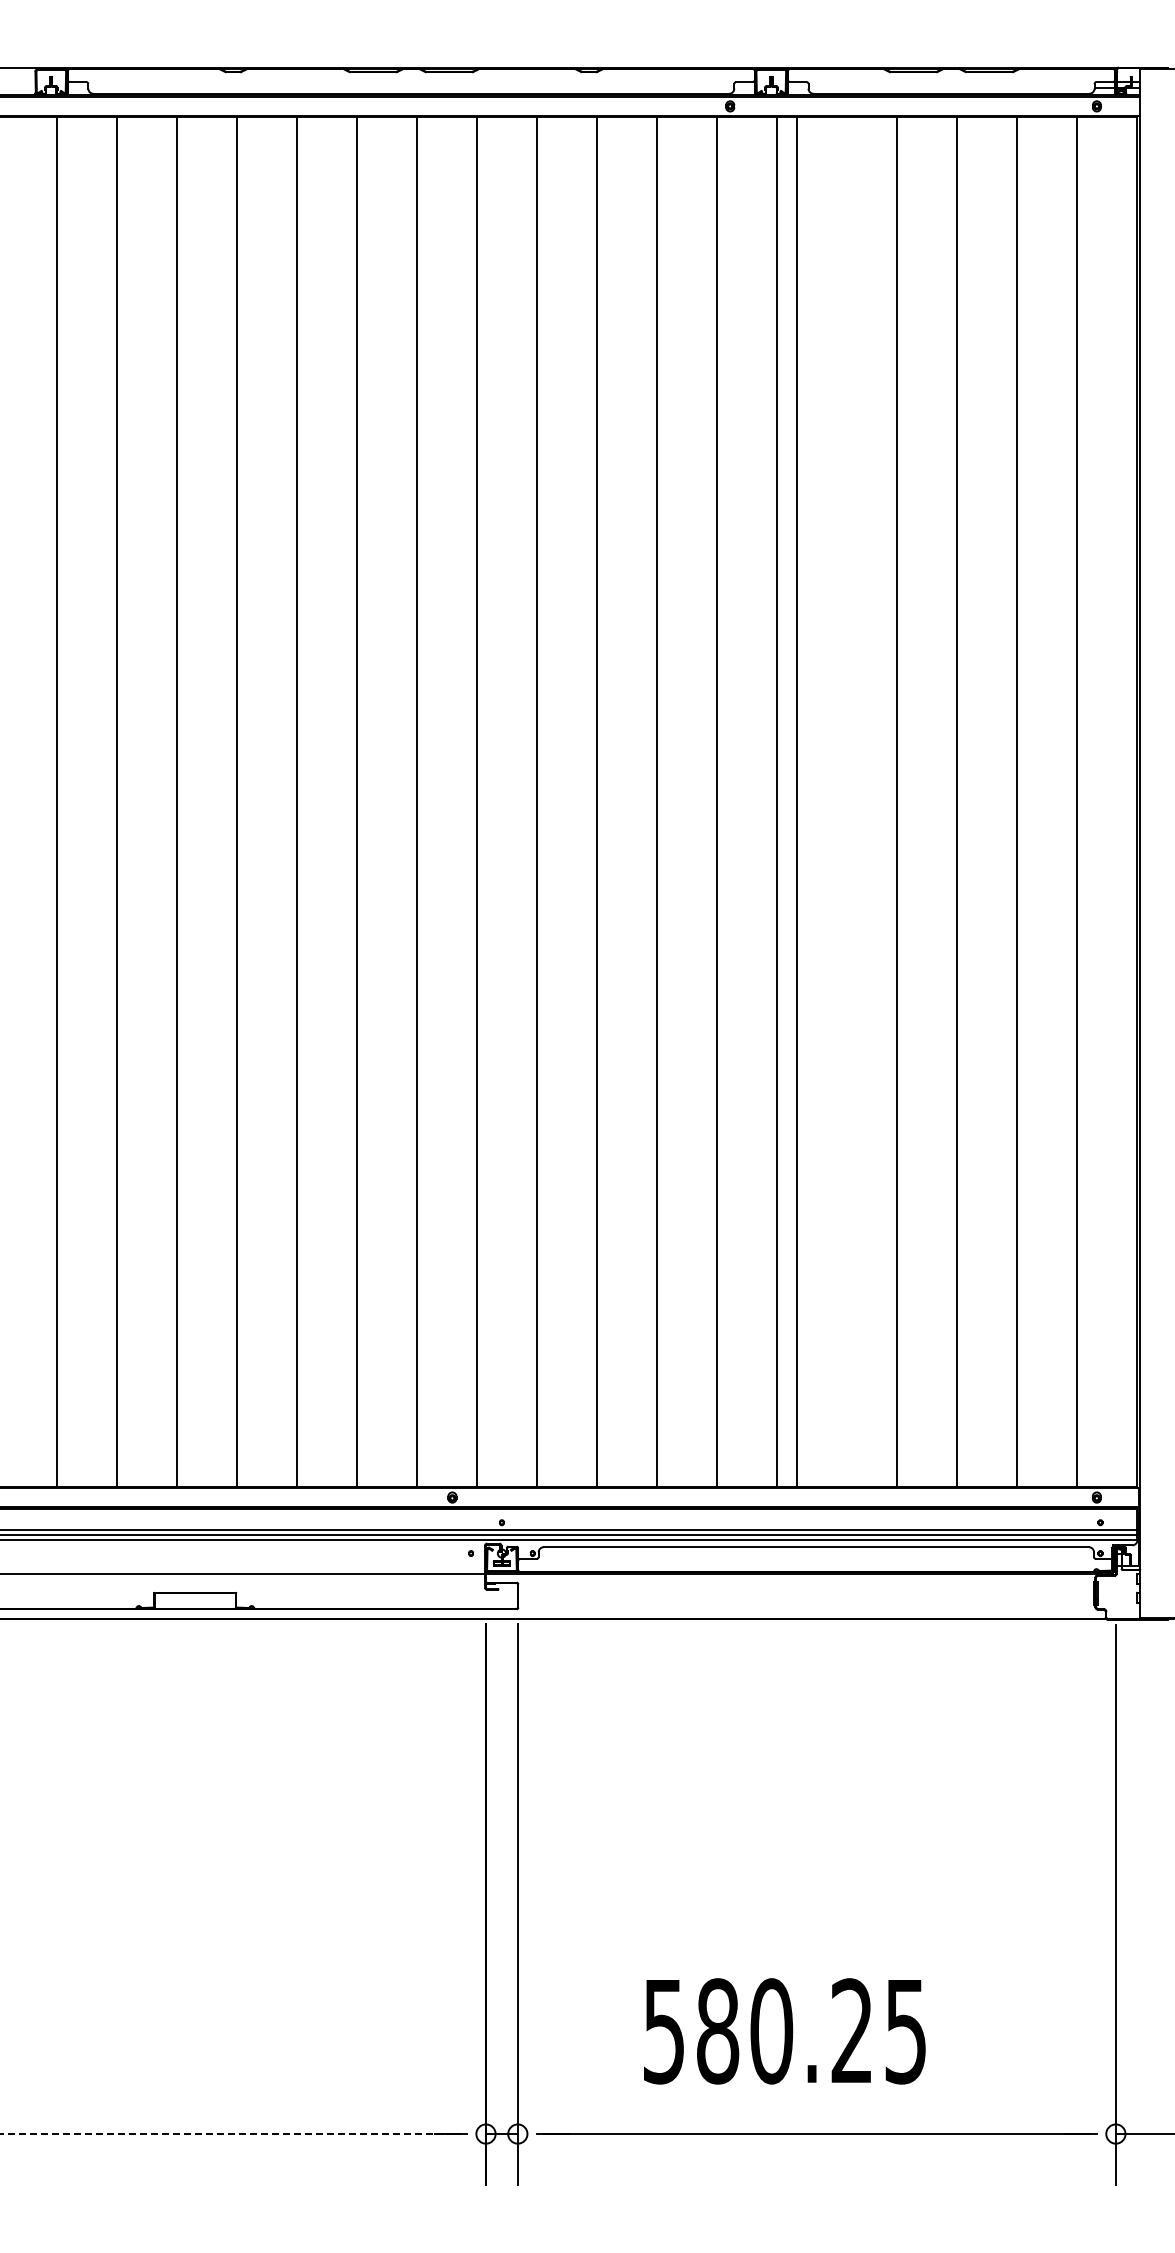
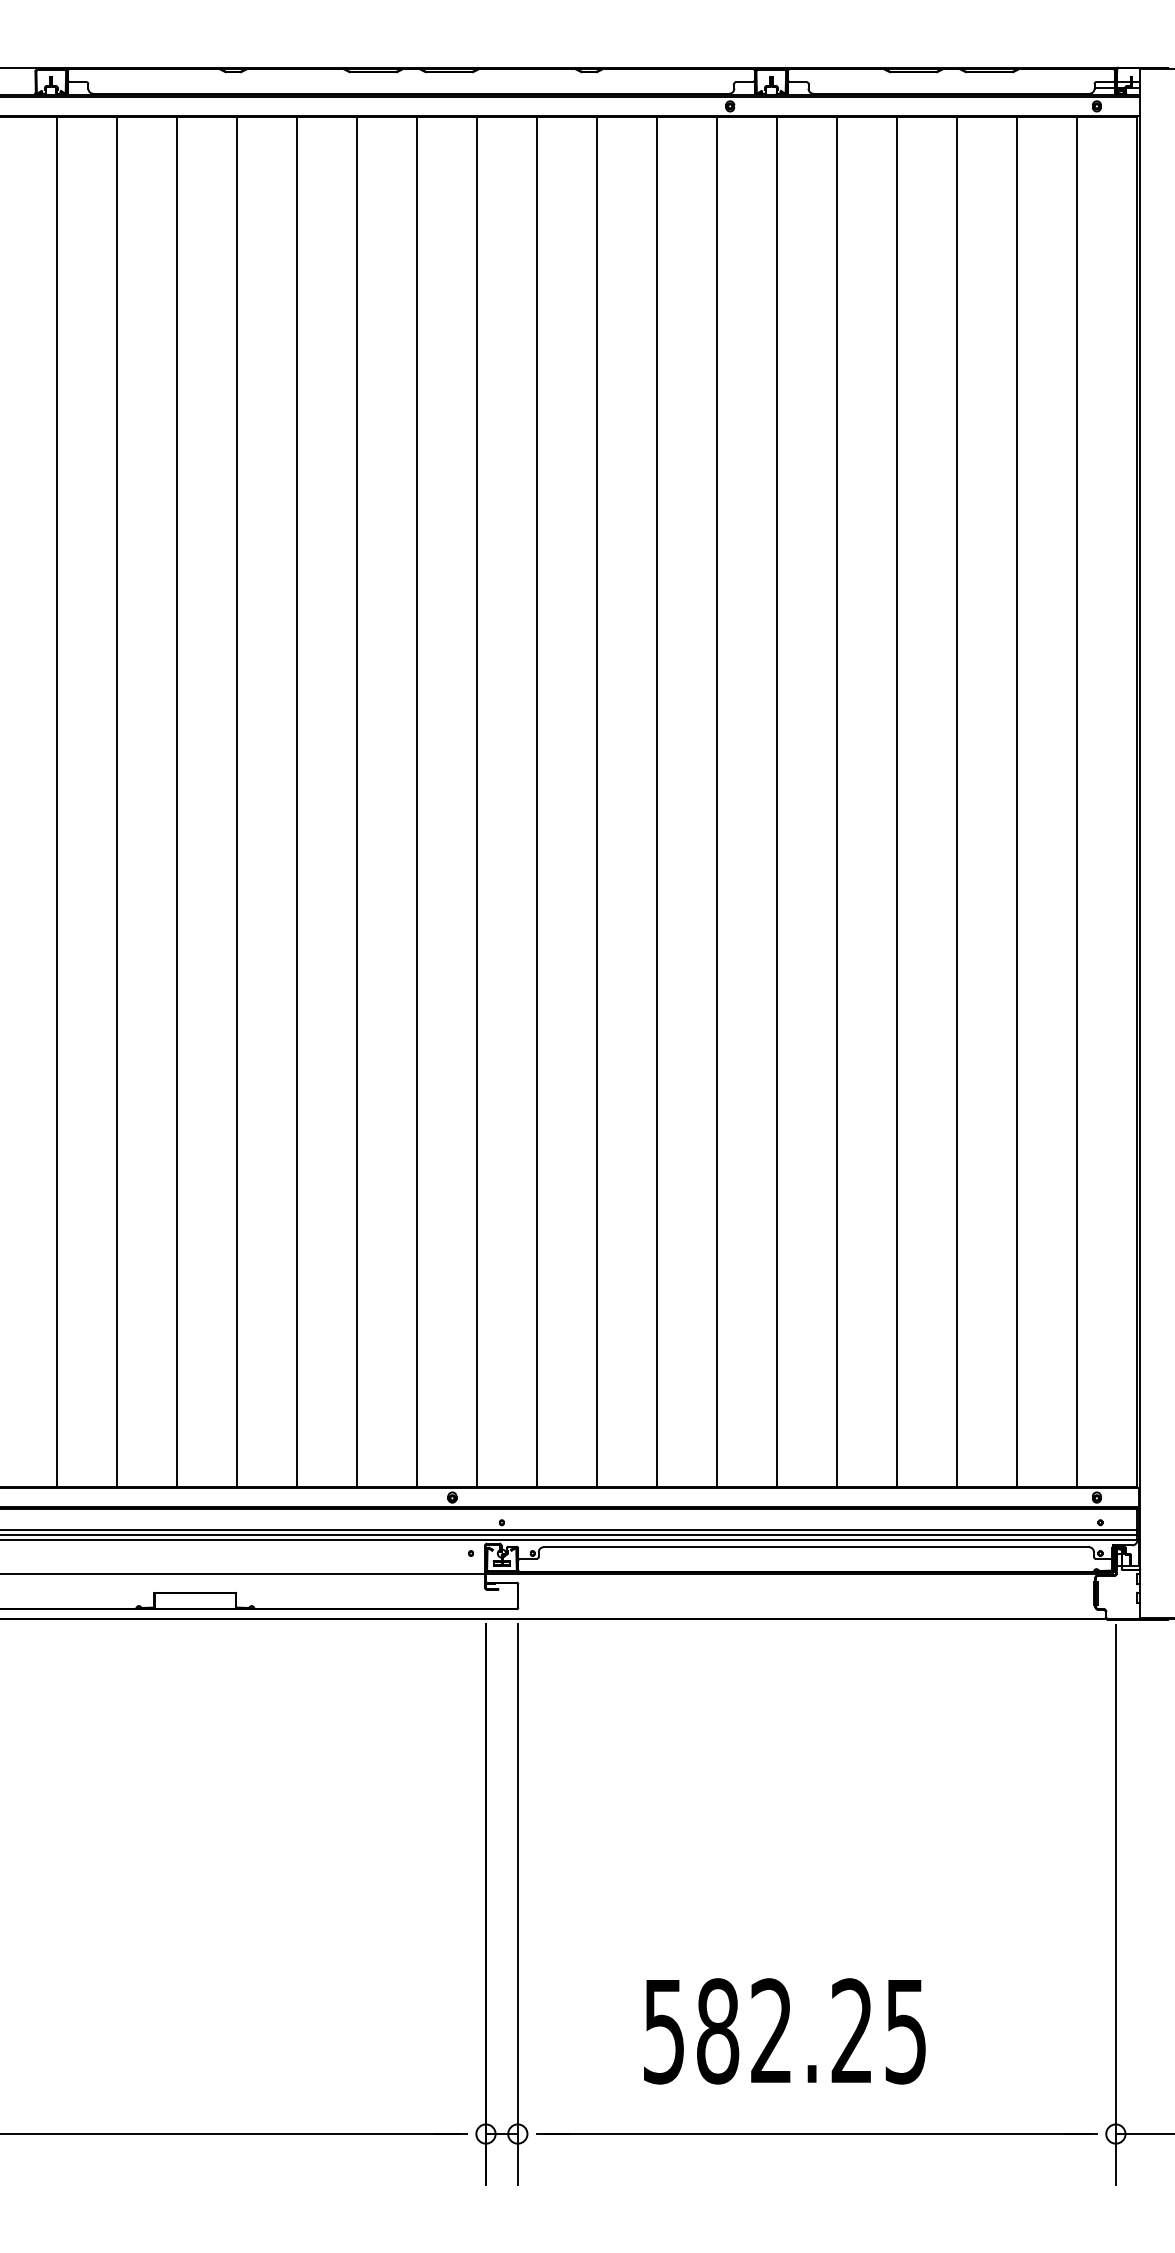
line at (796, 801) position: (796, 801) -> (836, 801)
text at (771, 2031): 580.25 -> 582.25
line at (230, 2134): dashed -> solid
